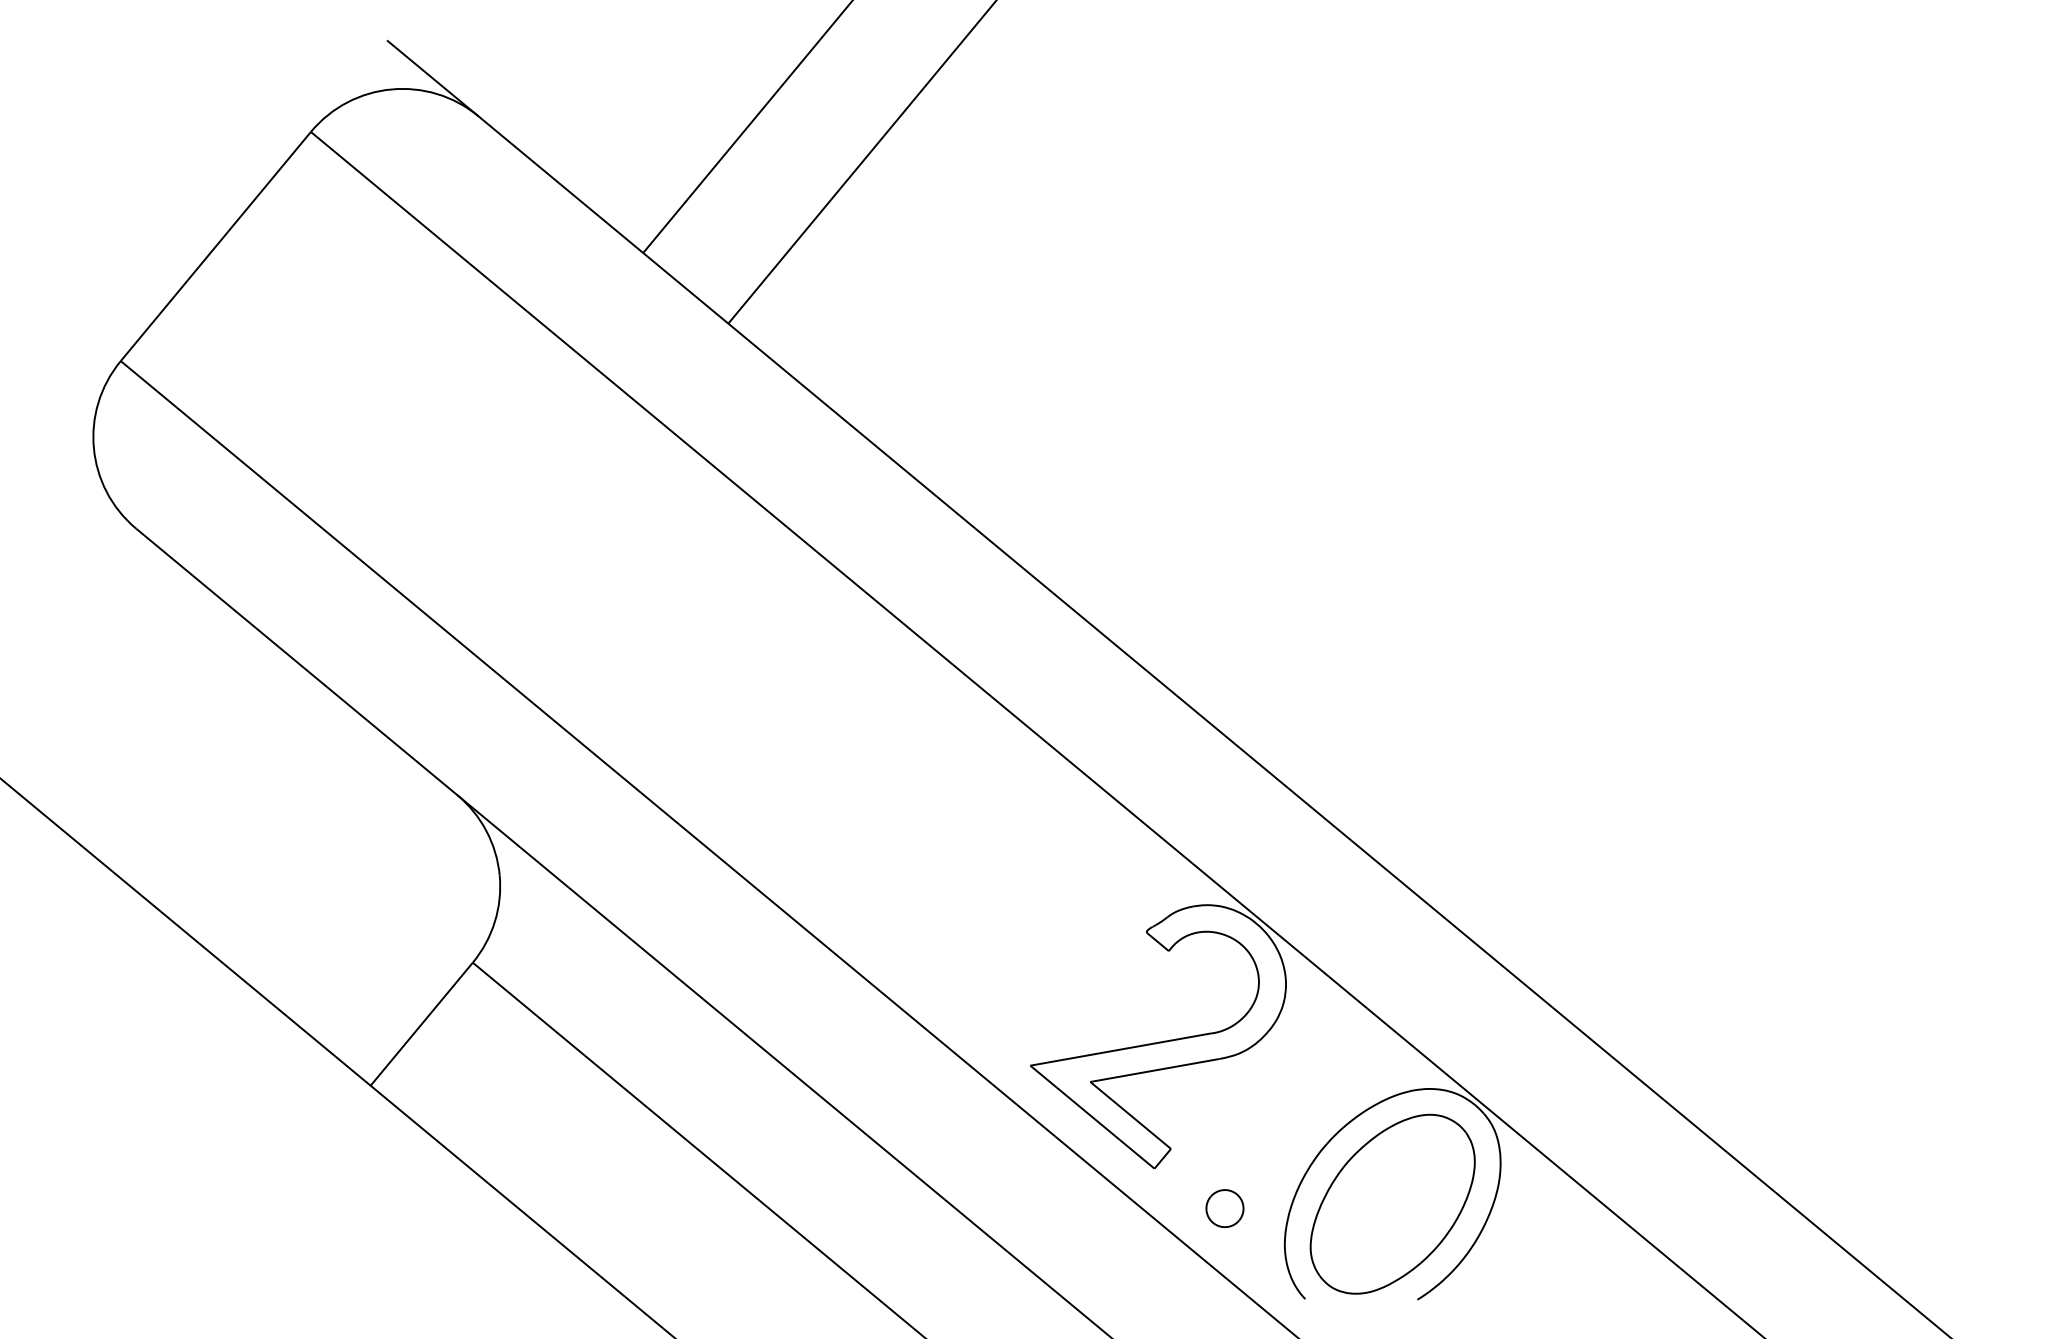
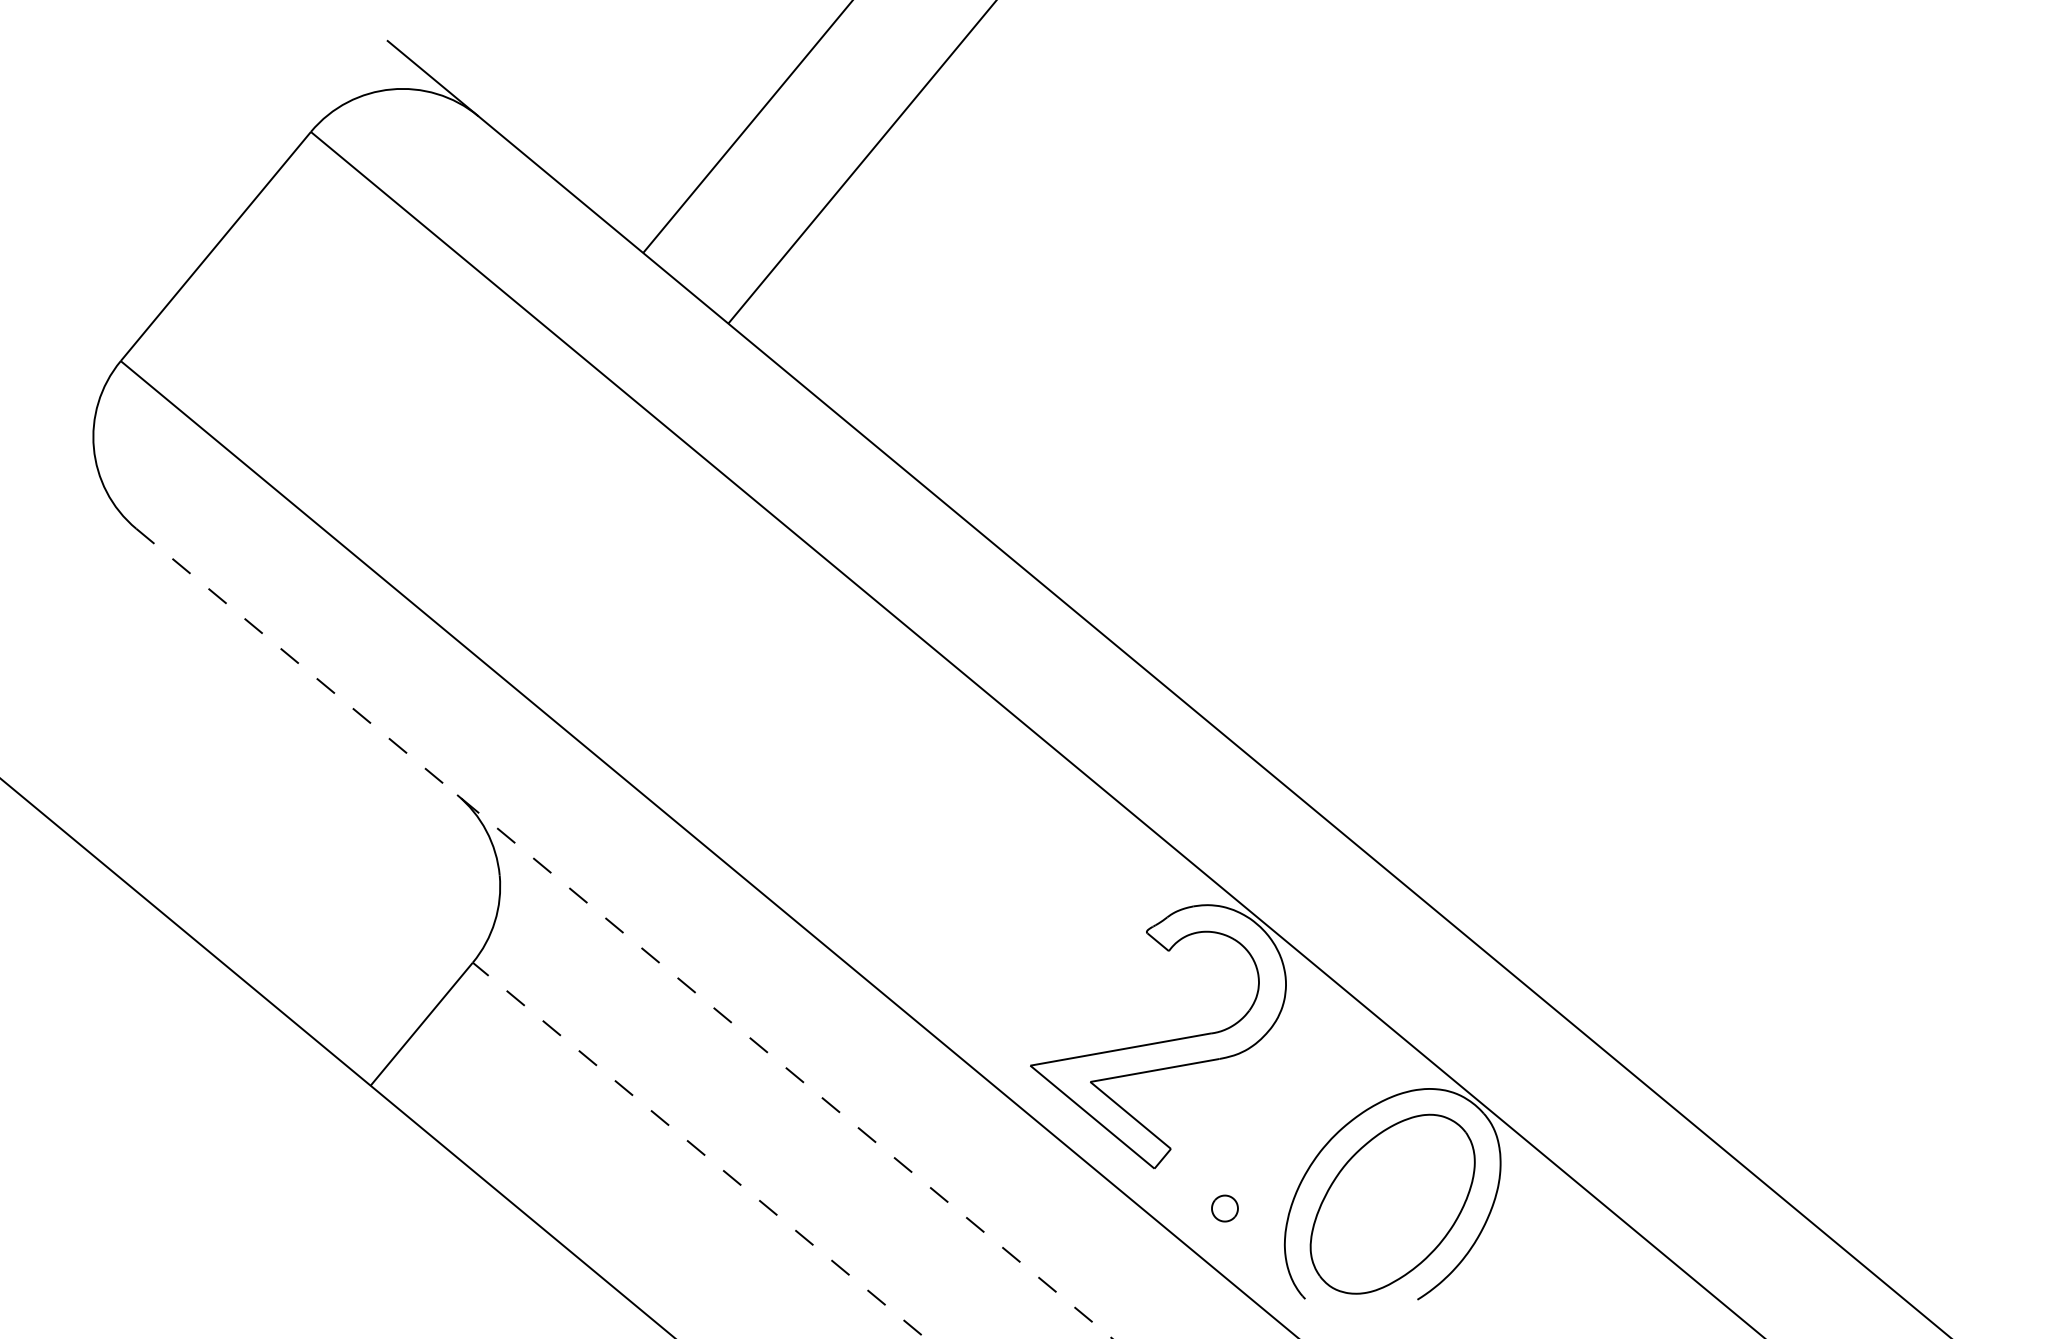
line at (624, 933): solid -> dashed
line at (699, 1150): solid -> dashed
part at (1224, 1208) size: 40x39 px -> 28x29 px
